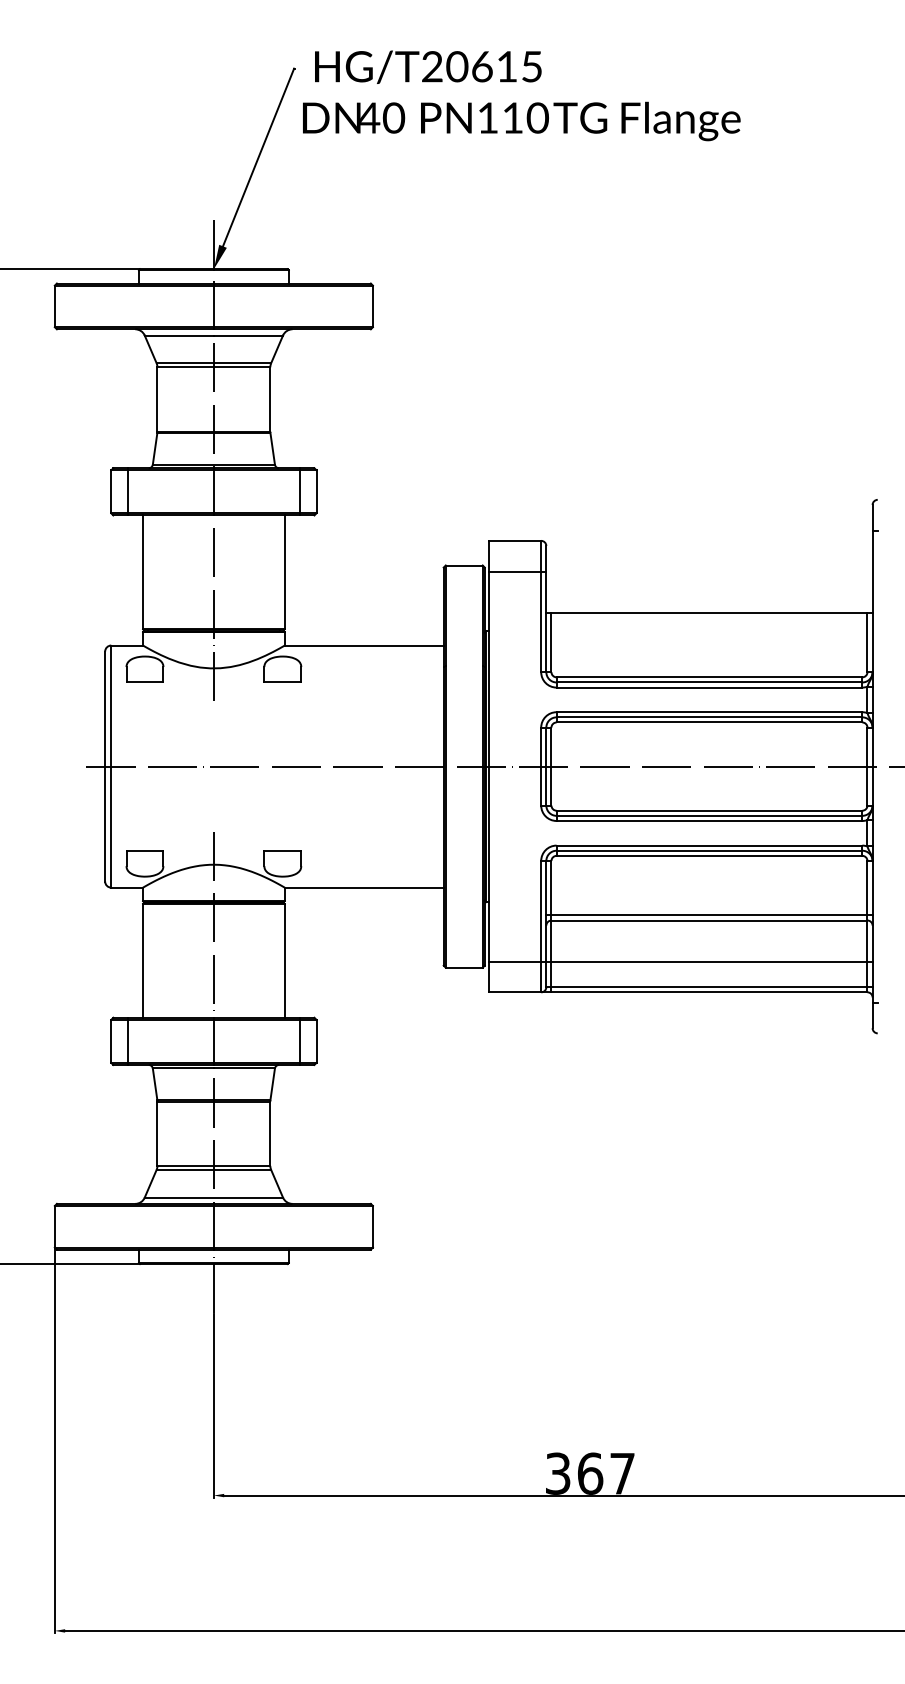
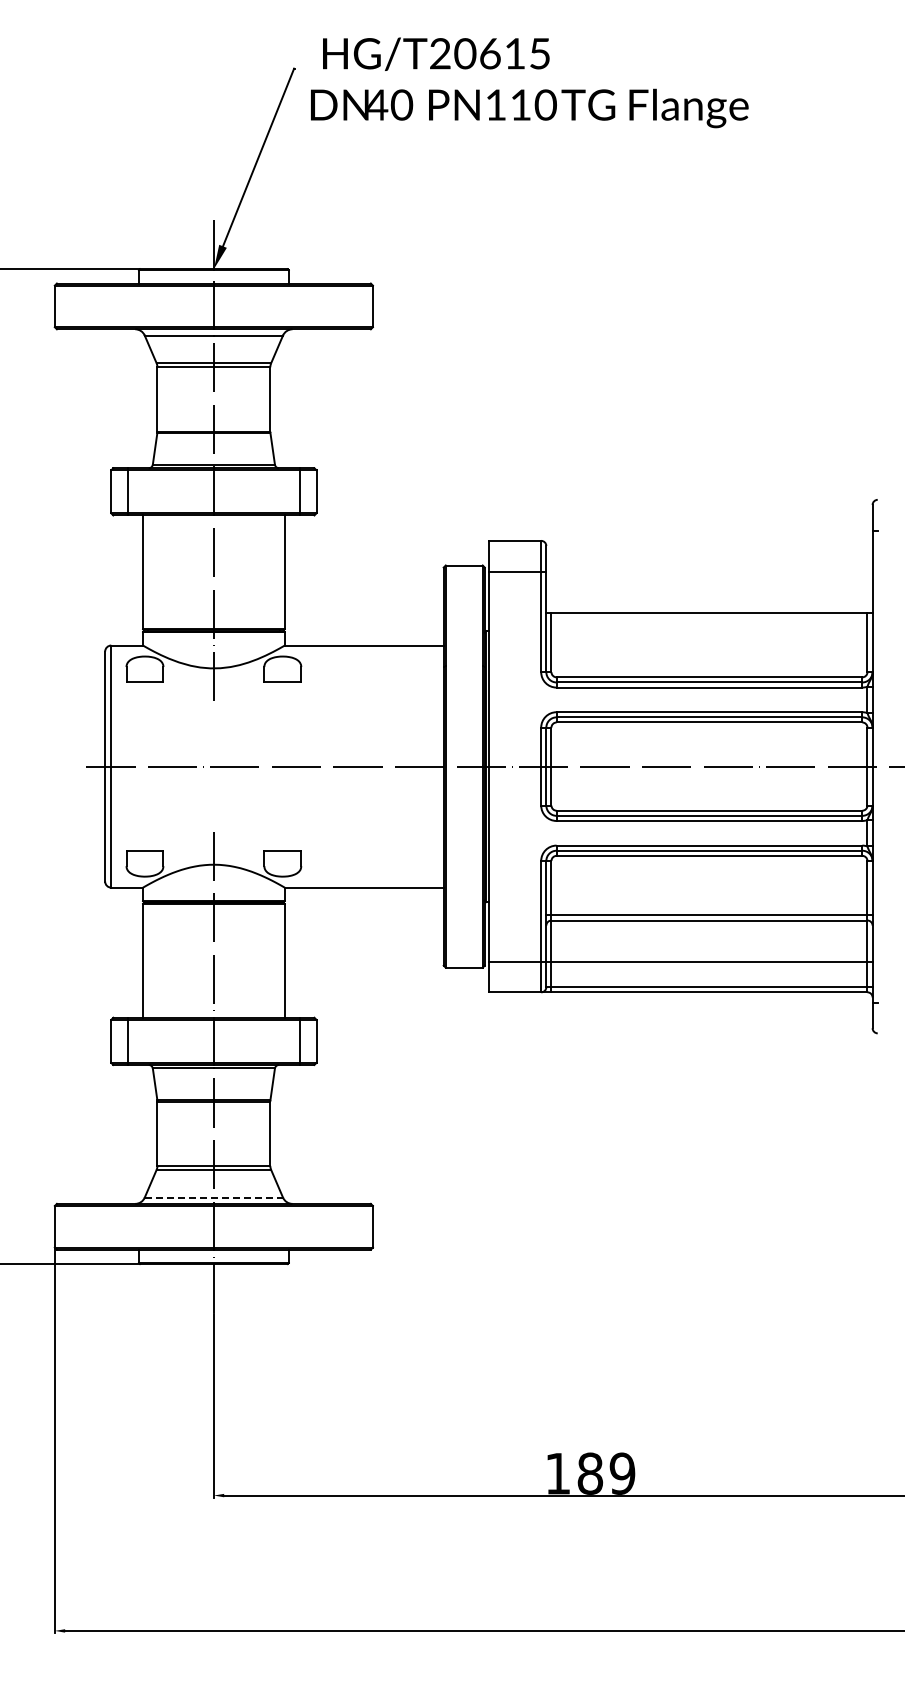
text at (521, 95) position: (521, 95) -> (529, 82)
line at (214, 1197): solid -> dashed
text at (590, 1473): 367 -> 189
